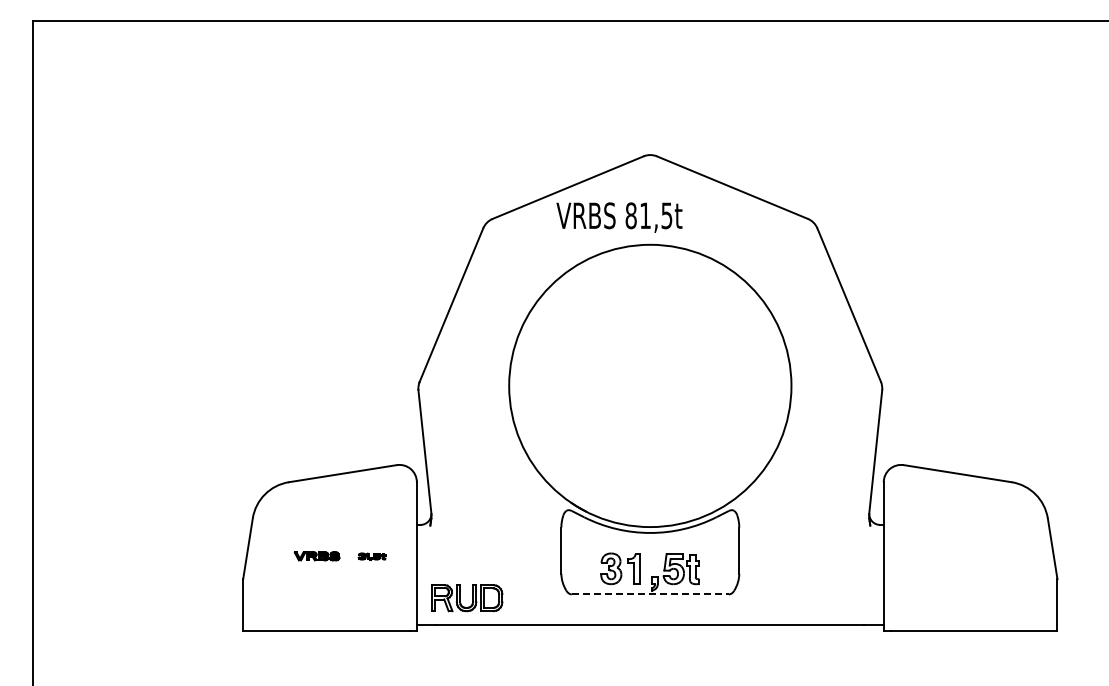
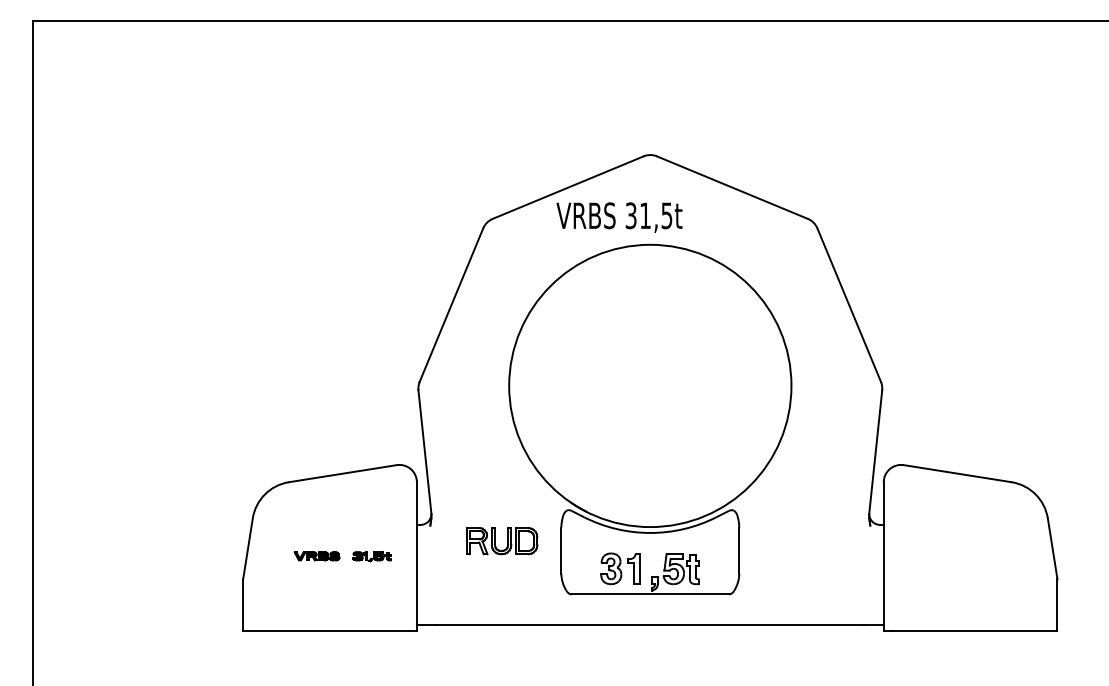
text at (630, 215): 81,5t -> 31,5t
part at (371, 556) size: 30x10 px -> 40x12 px
line at (650, 594): dashed -> solid
part at (467, 598) position: (467, 598) -> (502, 541)
